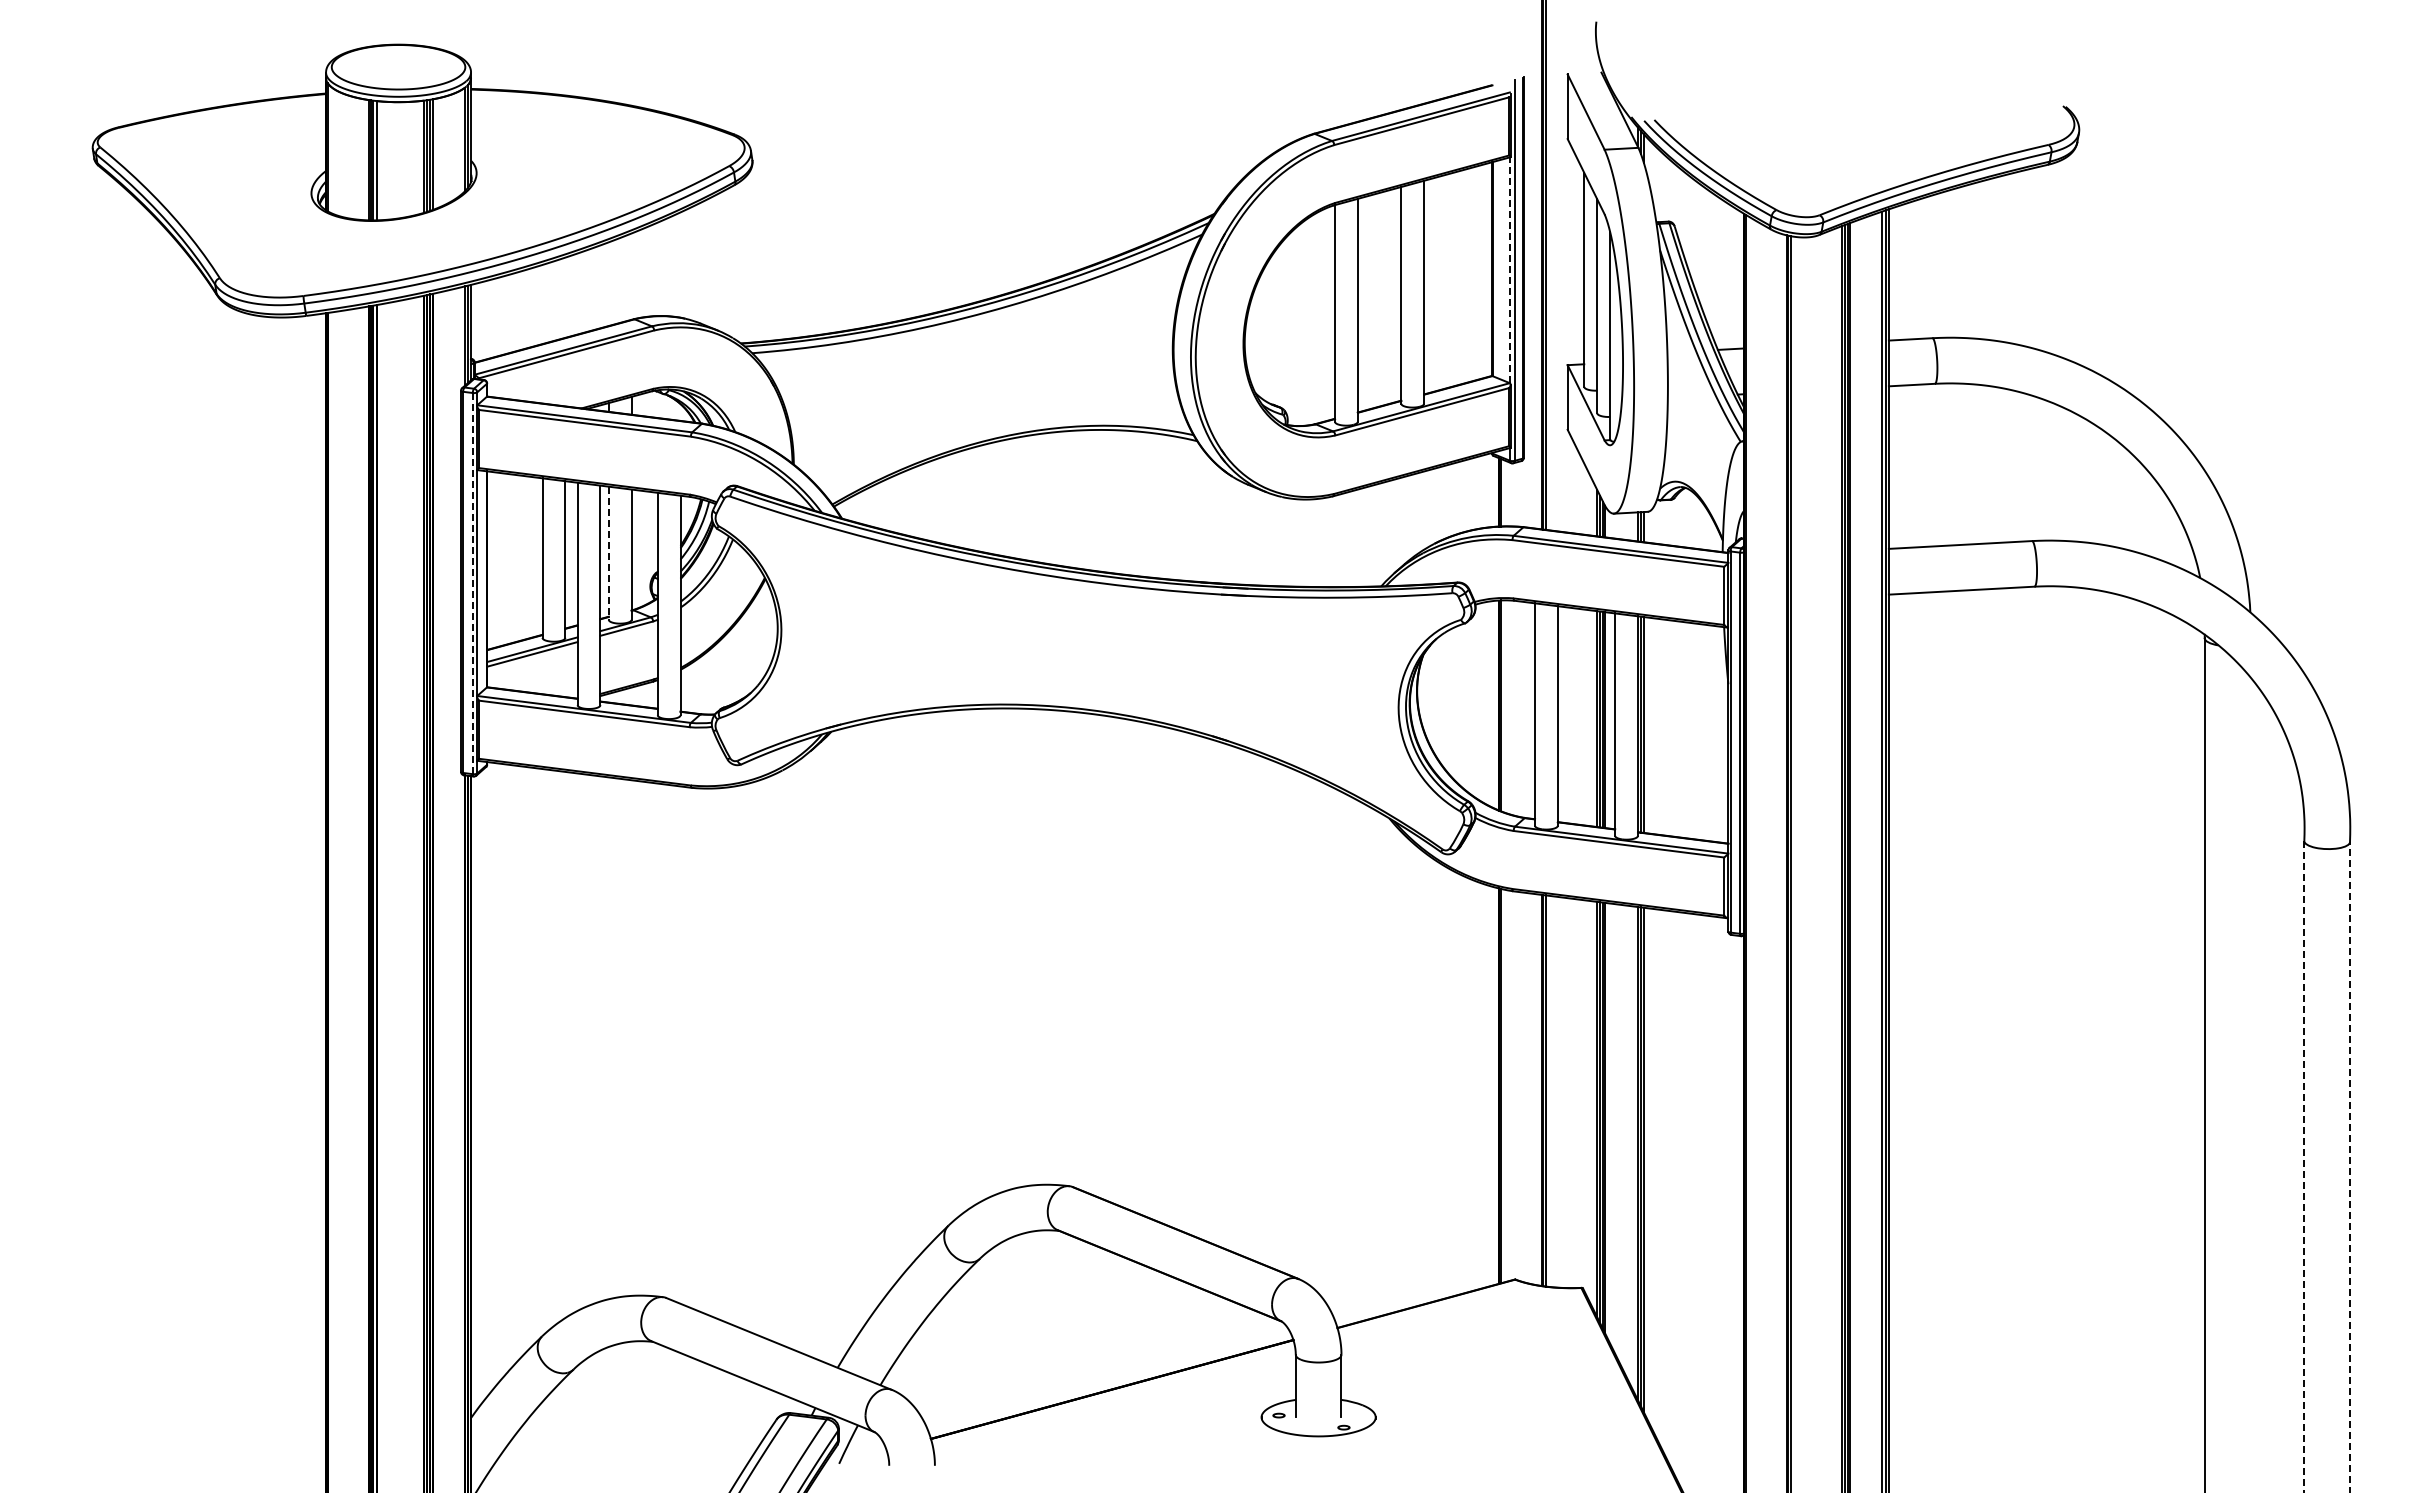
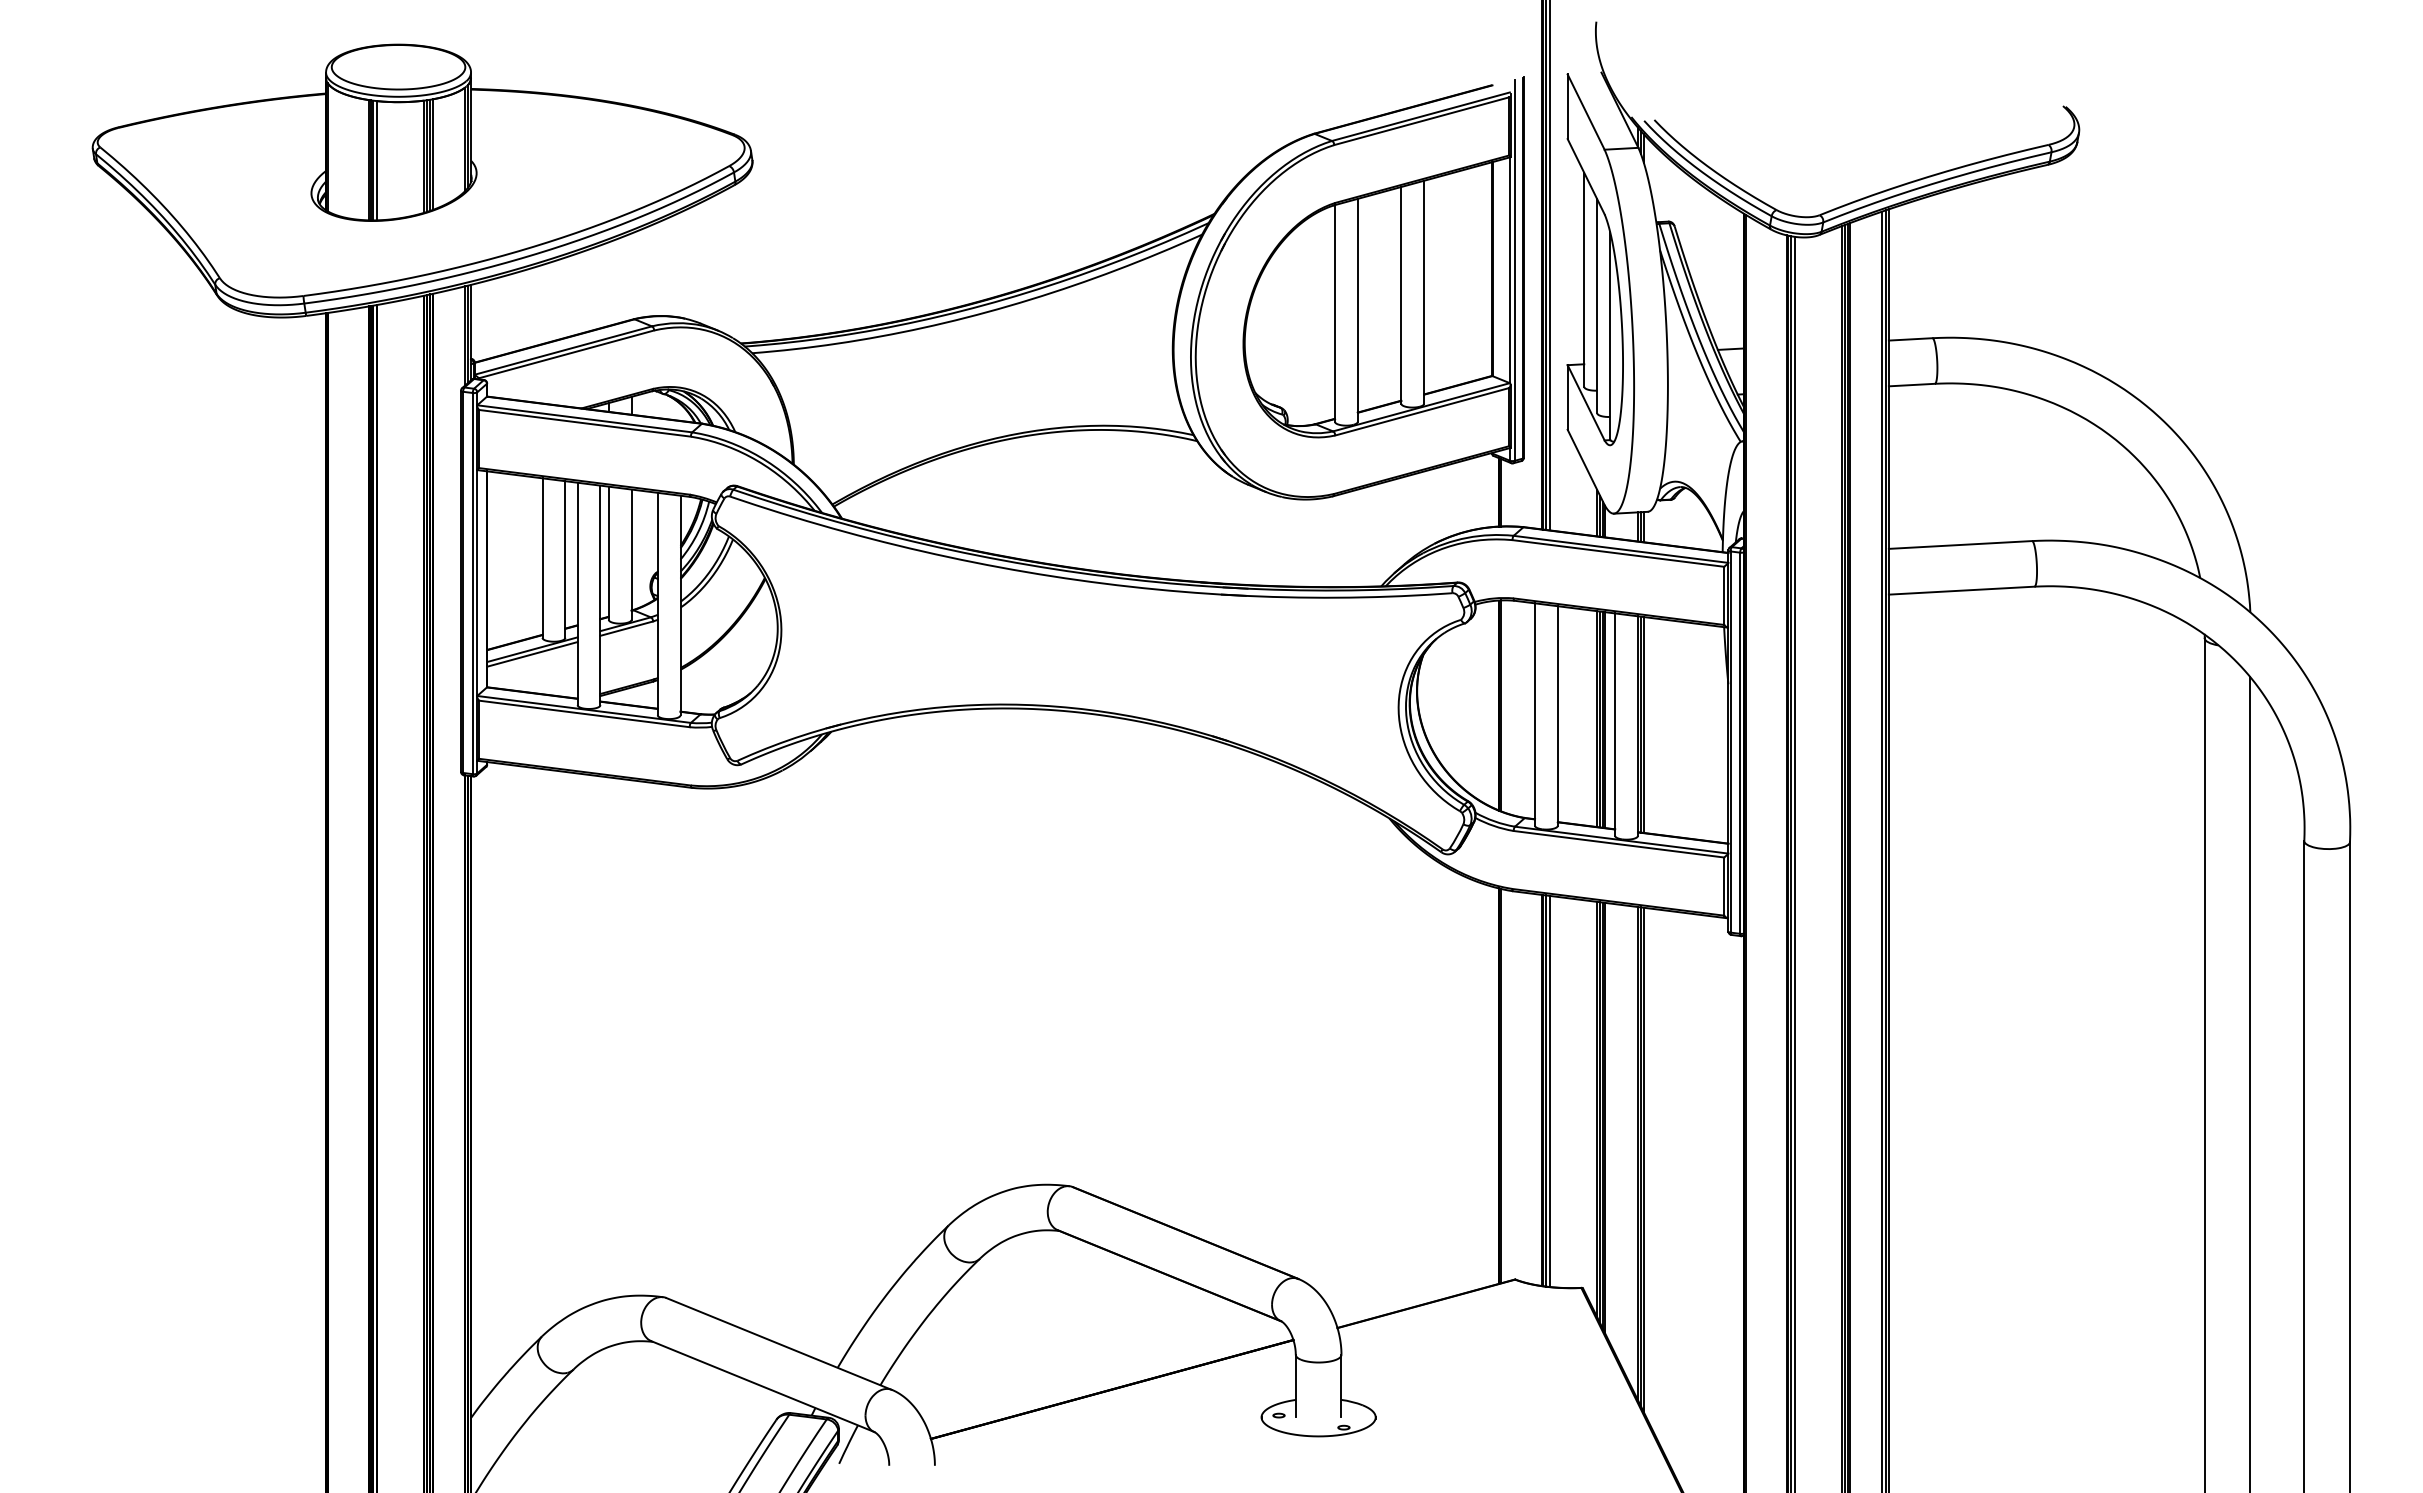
line at (1550, 266): none -> present
line at (1509, 270): dashed -> solid
line at (608, 553): dashed -> solid
line at (472, 583): dashed -> solid
line at (1795, 862): none -> present
line at (2250, 1083): none -> present
line at (1550, 1091): none -> present
line at (2304, 1166): dashed -> solid
line at (2350, 1166): dashed -> solid
